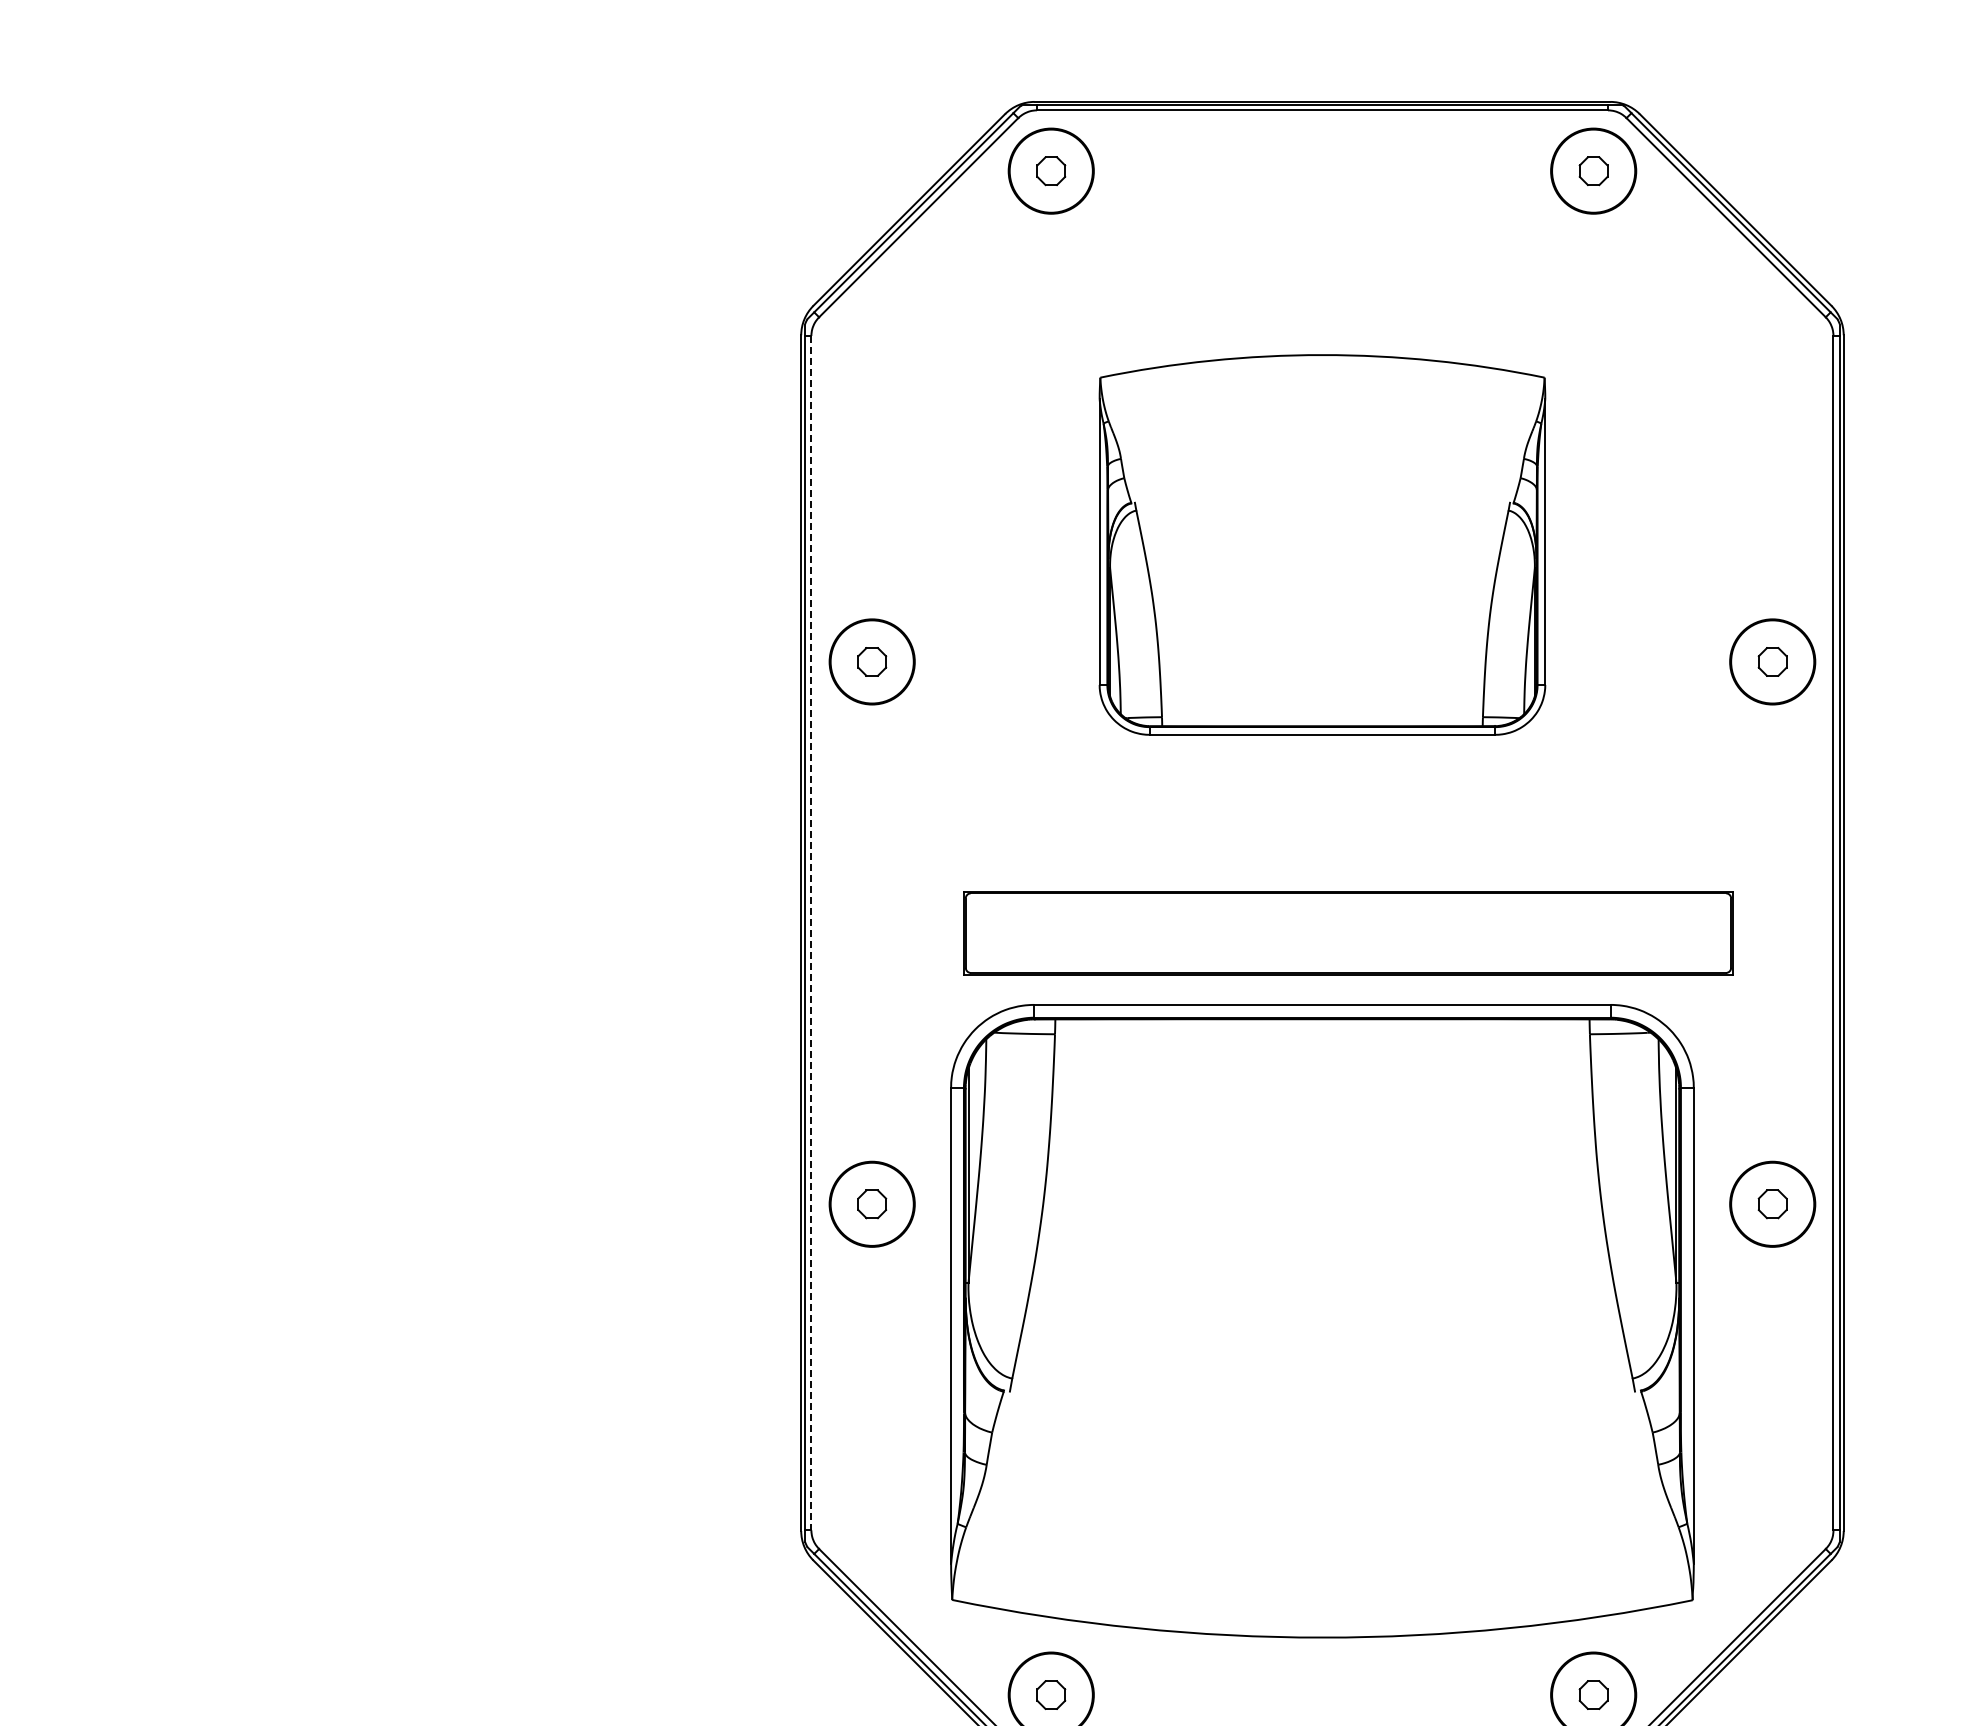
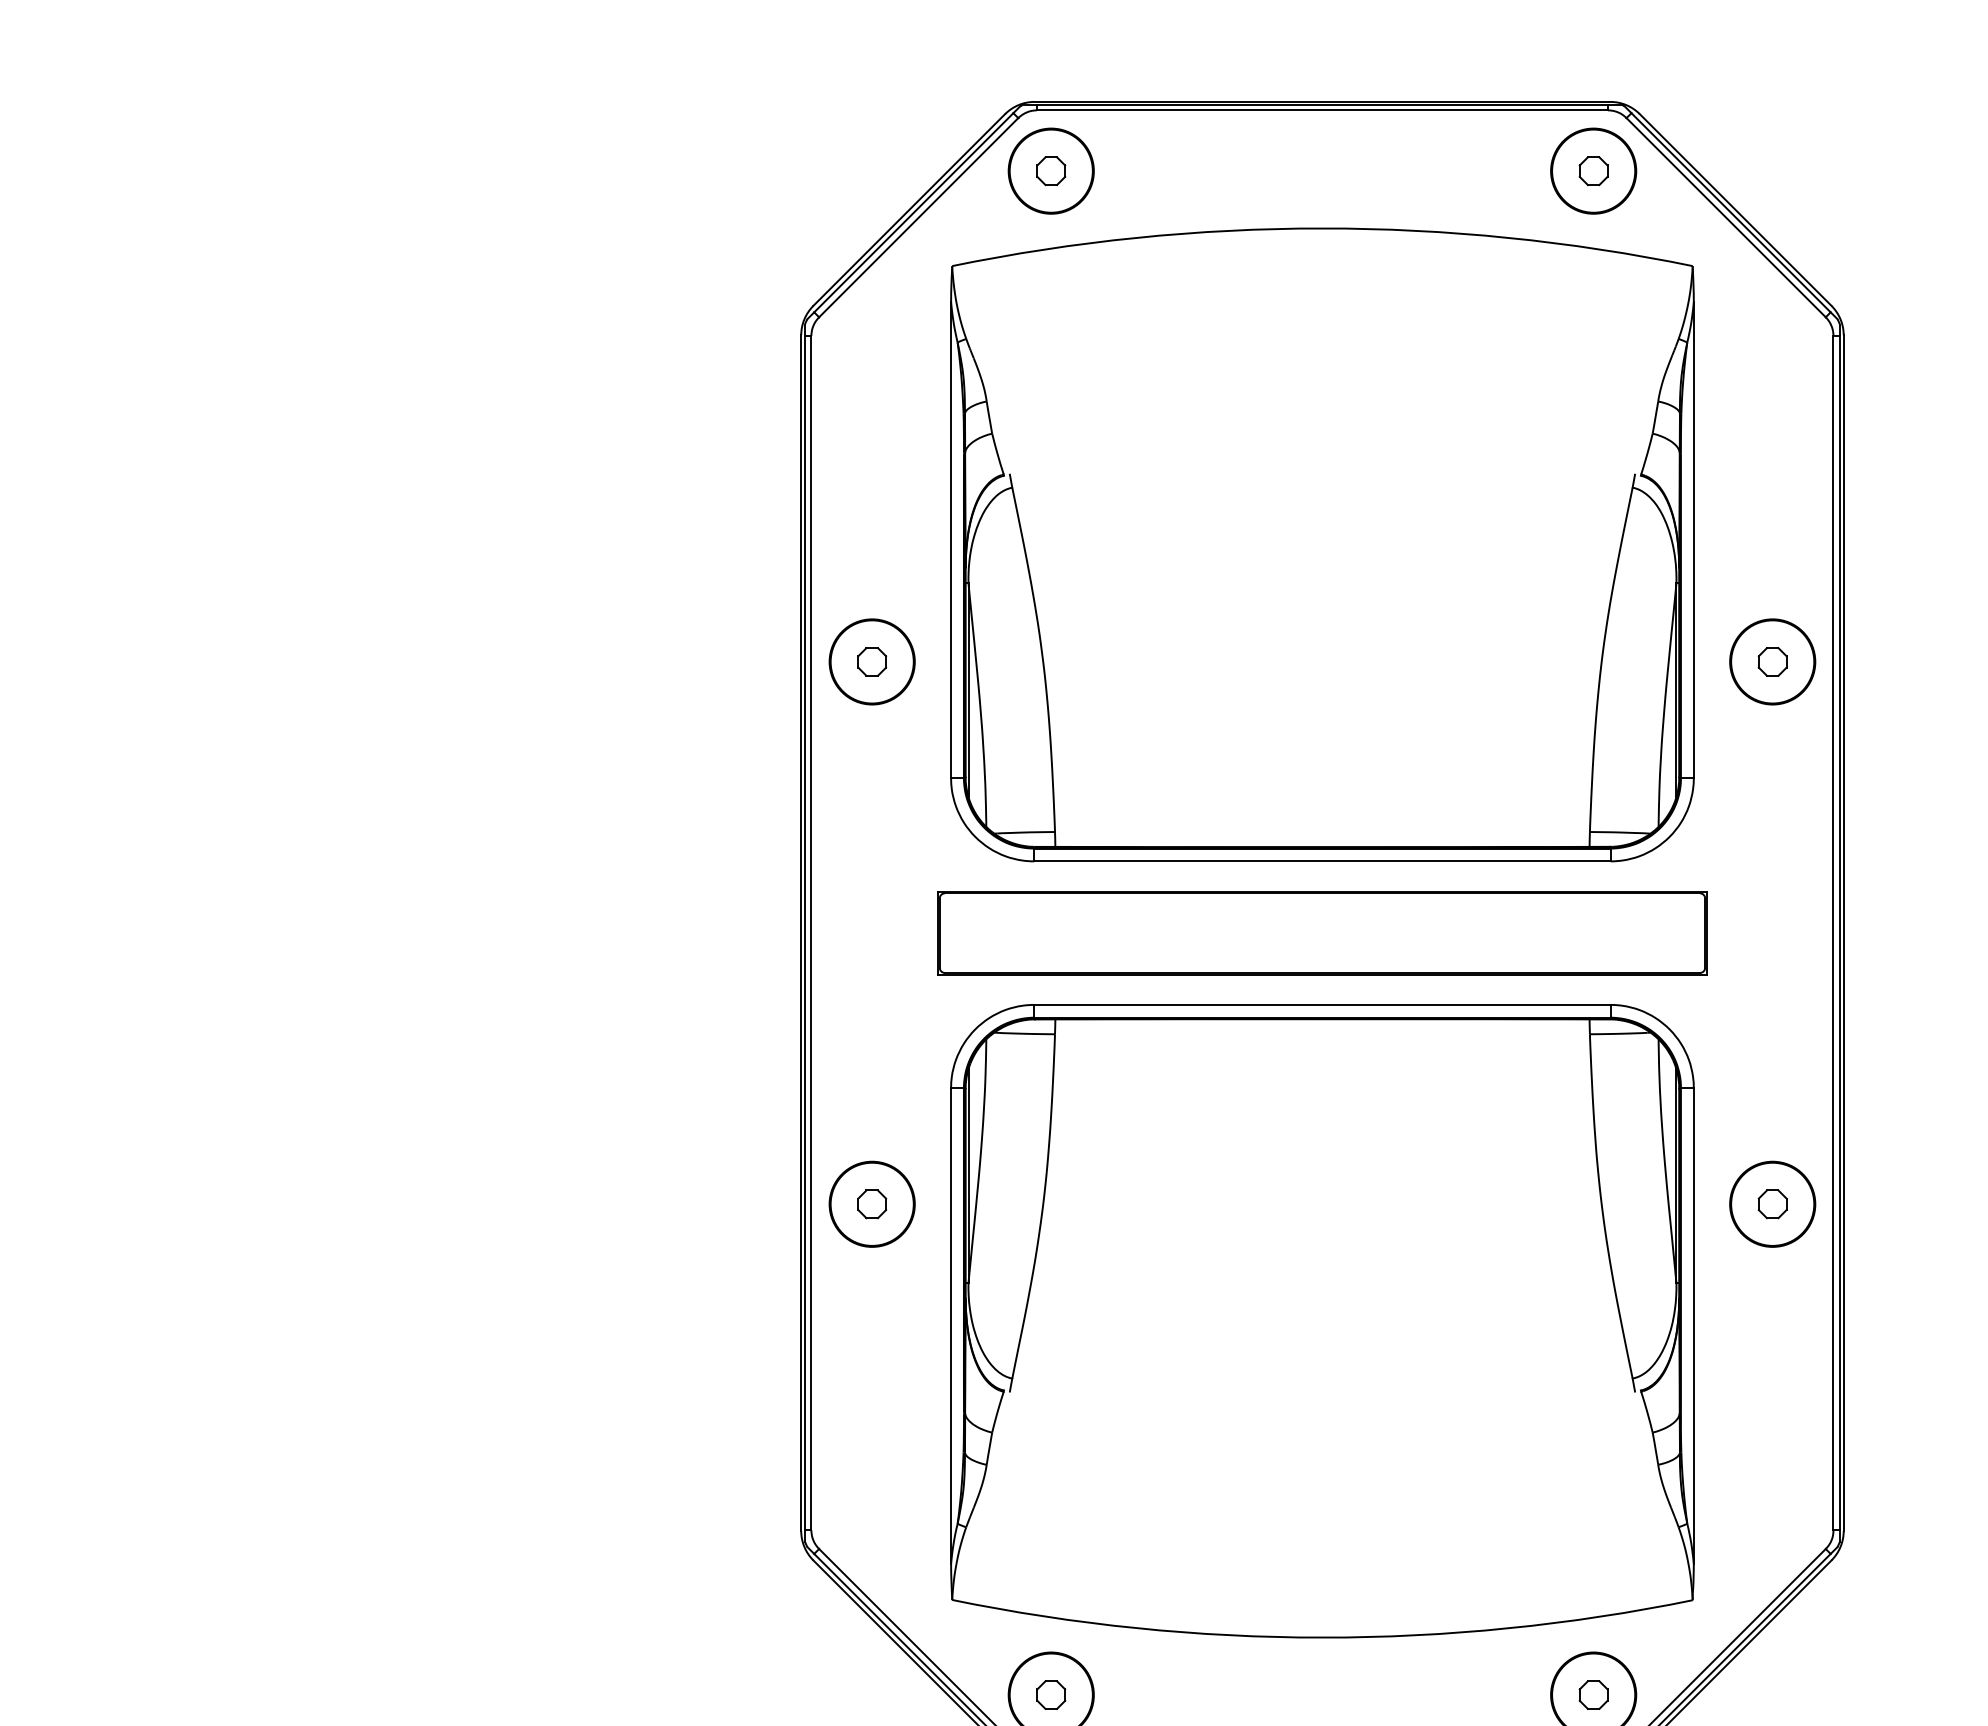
part at (1322, 544) size: 449x382 px -> 745x636 px
line at (811, 933): dashed -> solid
part at (1348, 933) position: (1348, 933) -> (1322, 933)
